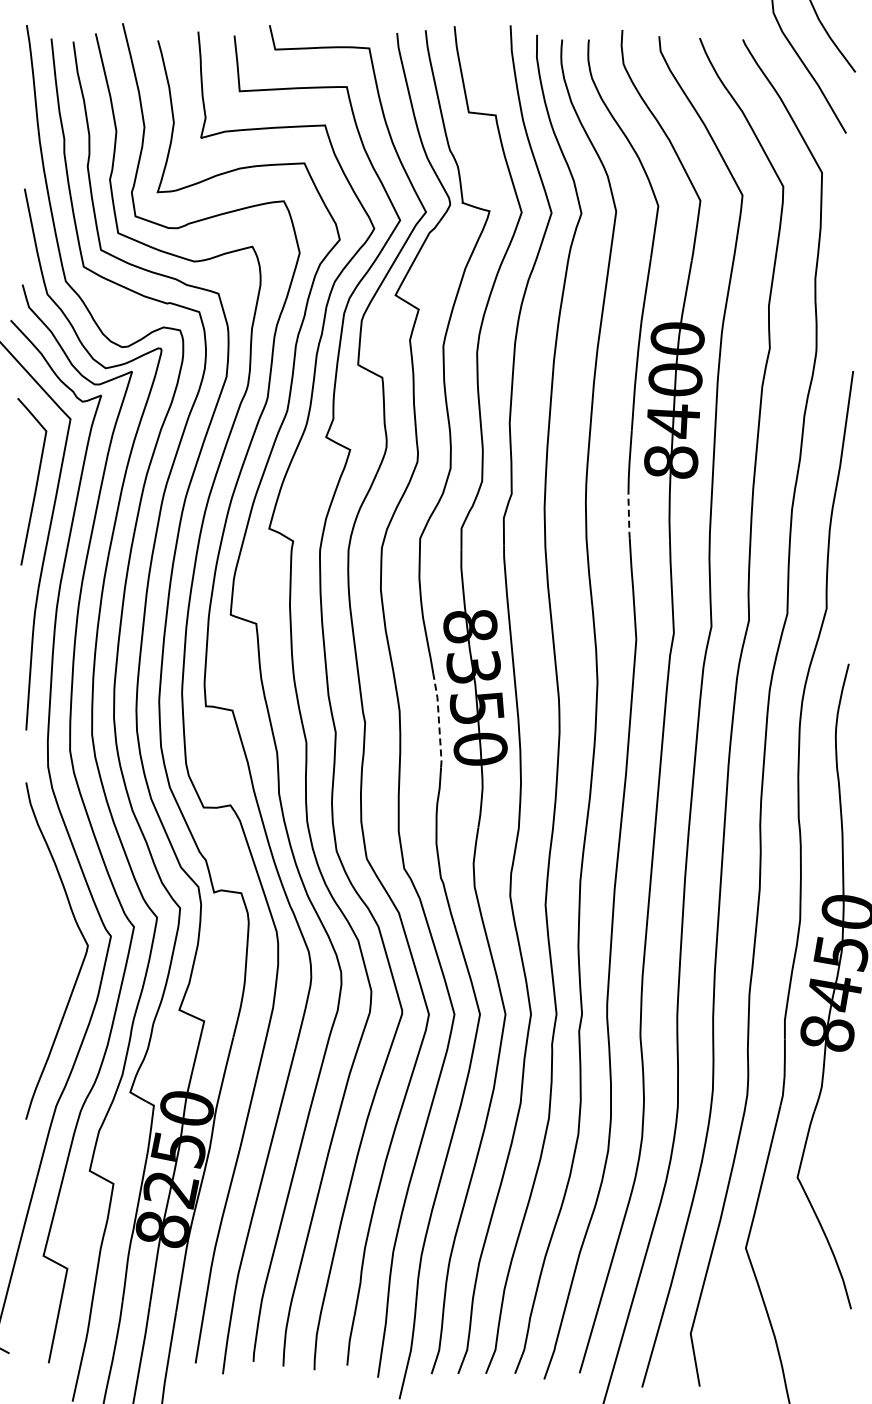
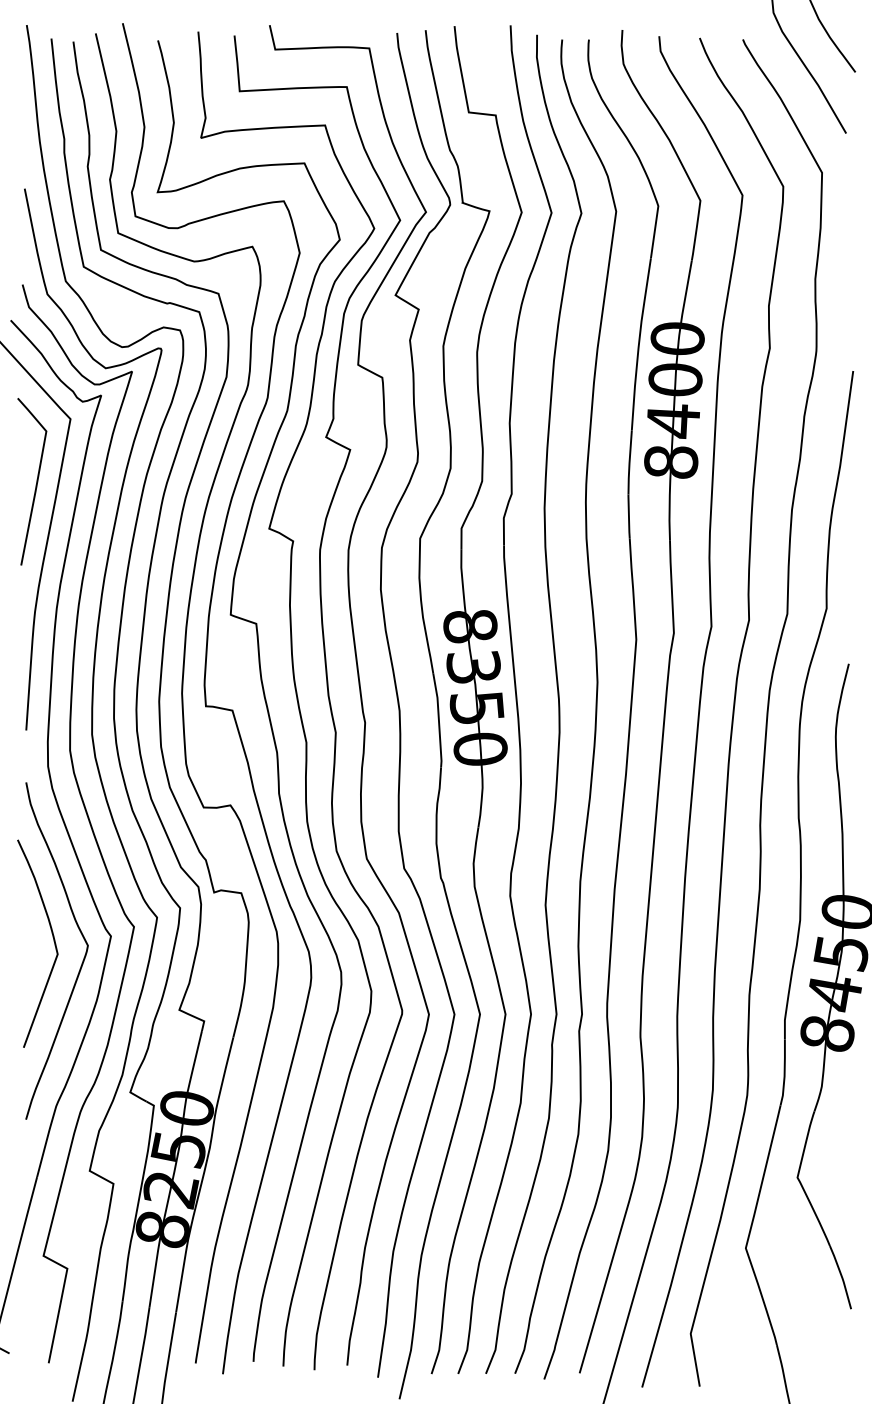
line at (628, 516): dashed -> solid
line at (438, 720): dashed -> solid
curve at (53, 941): none -> present
